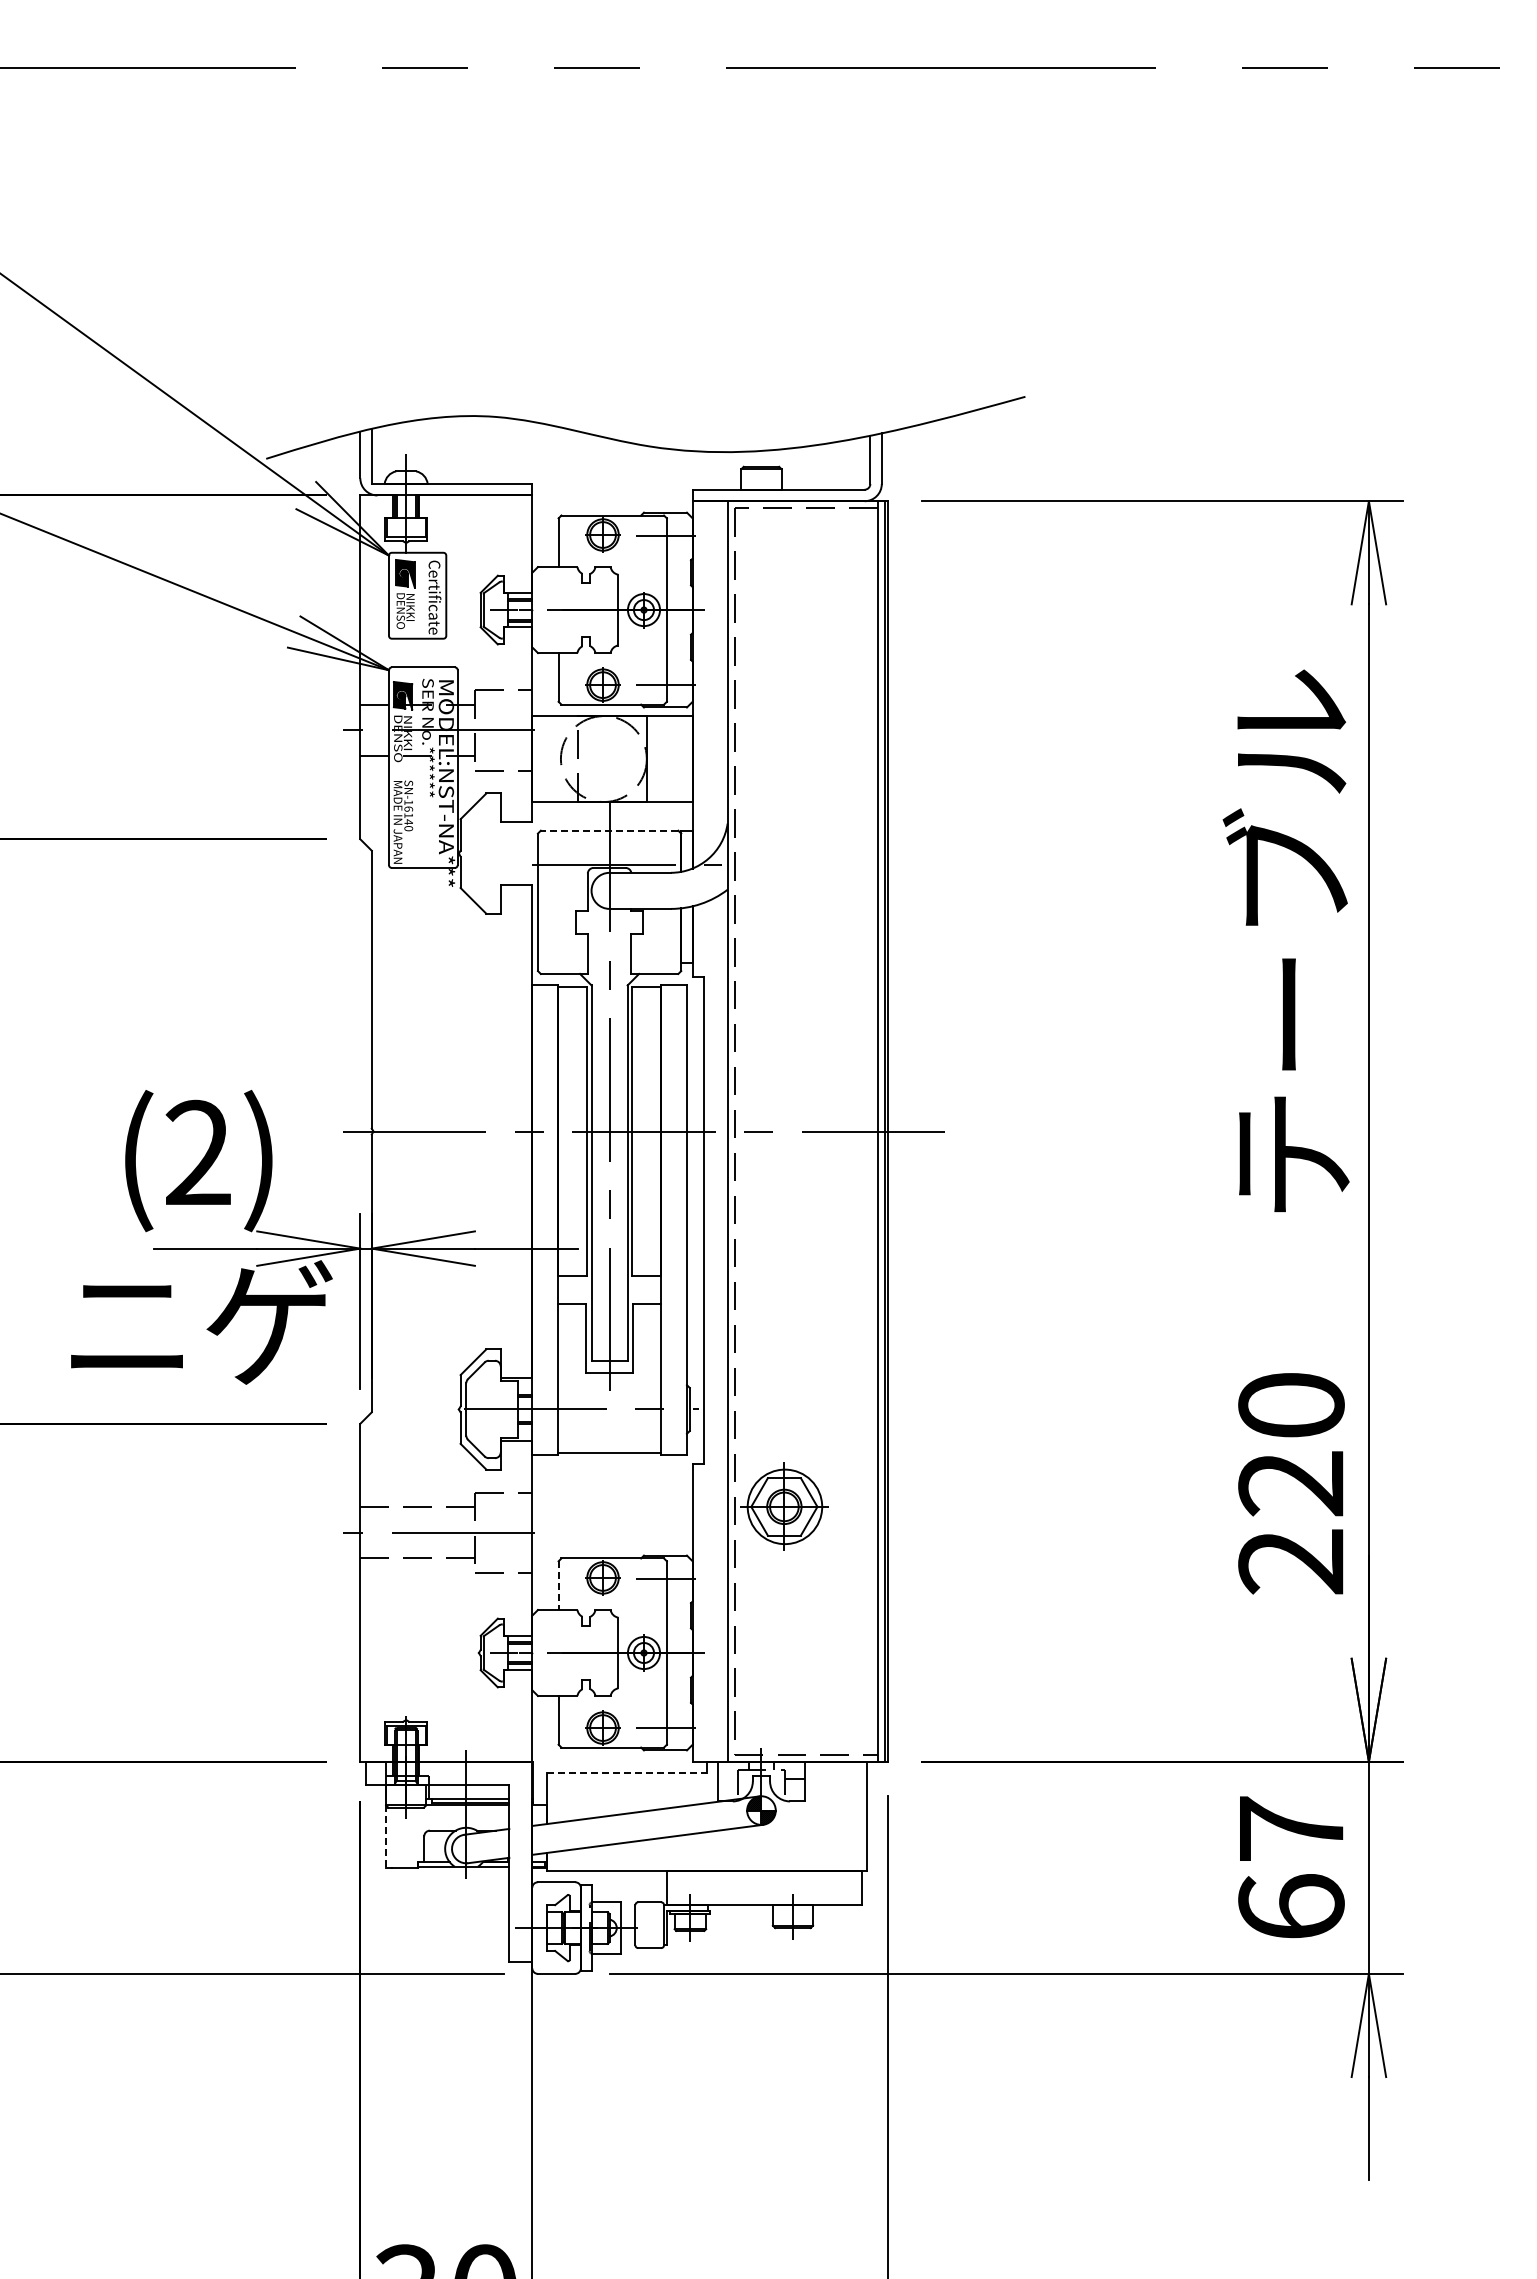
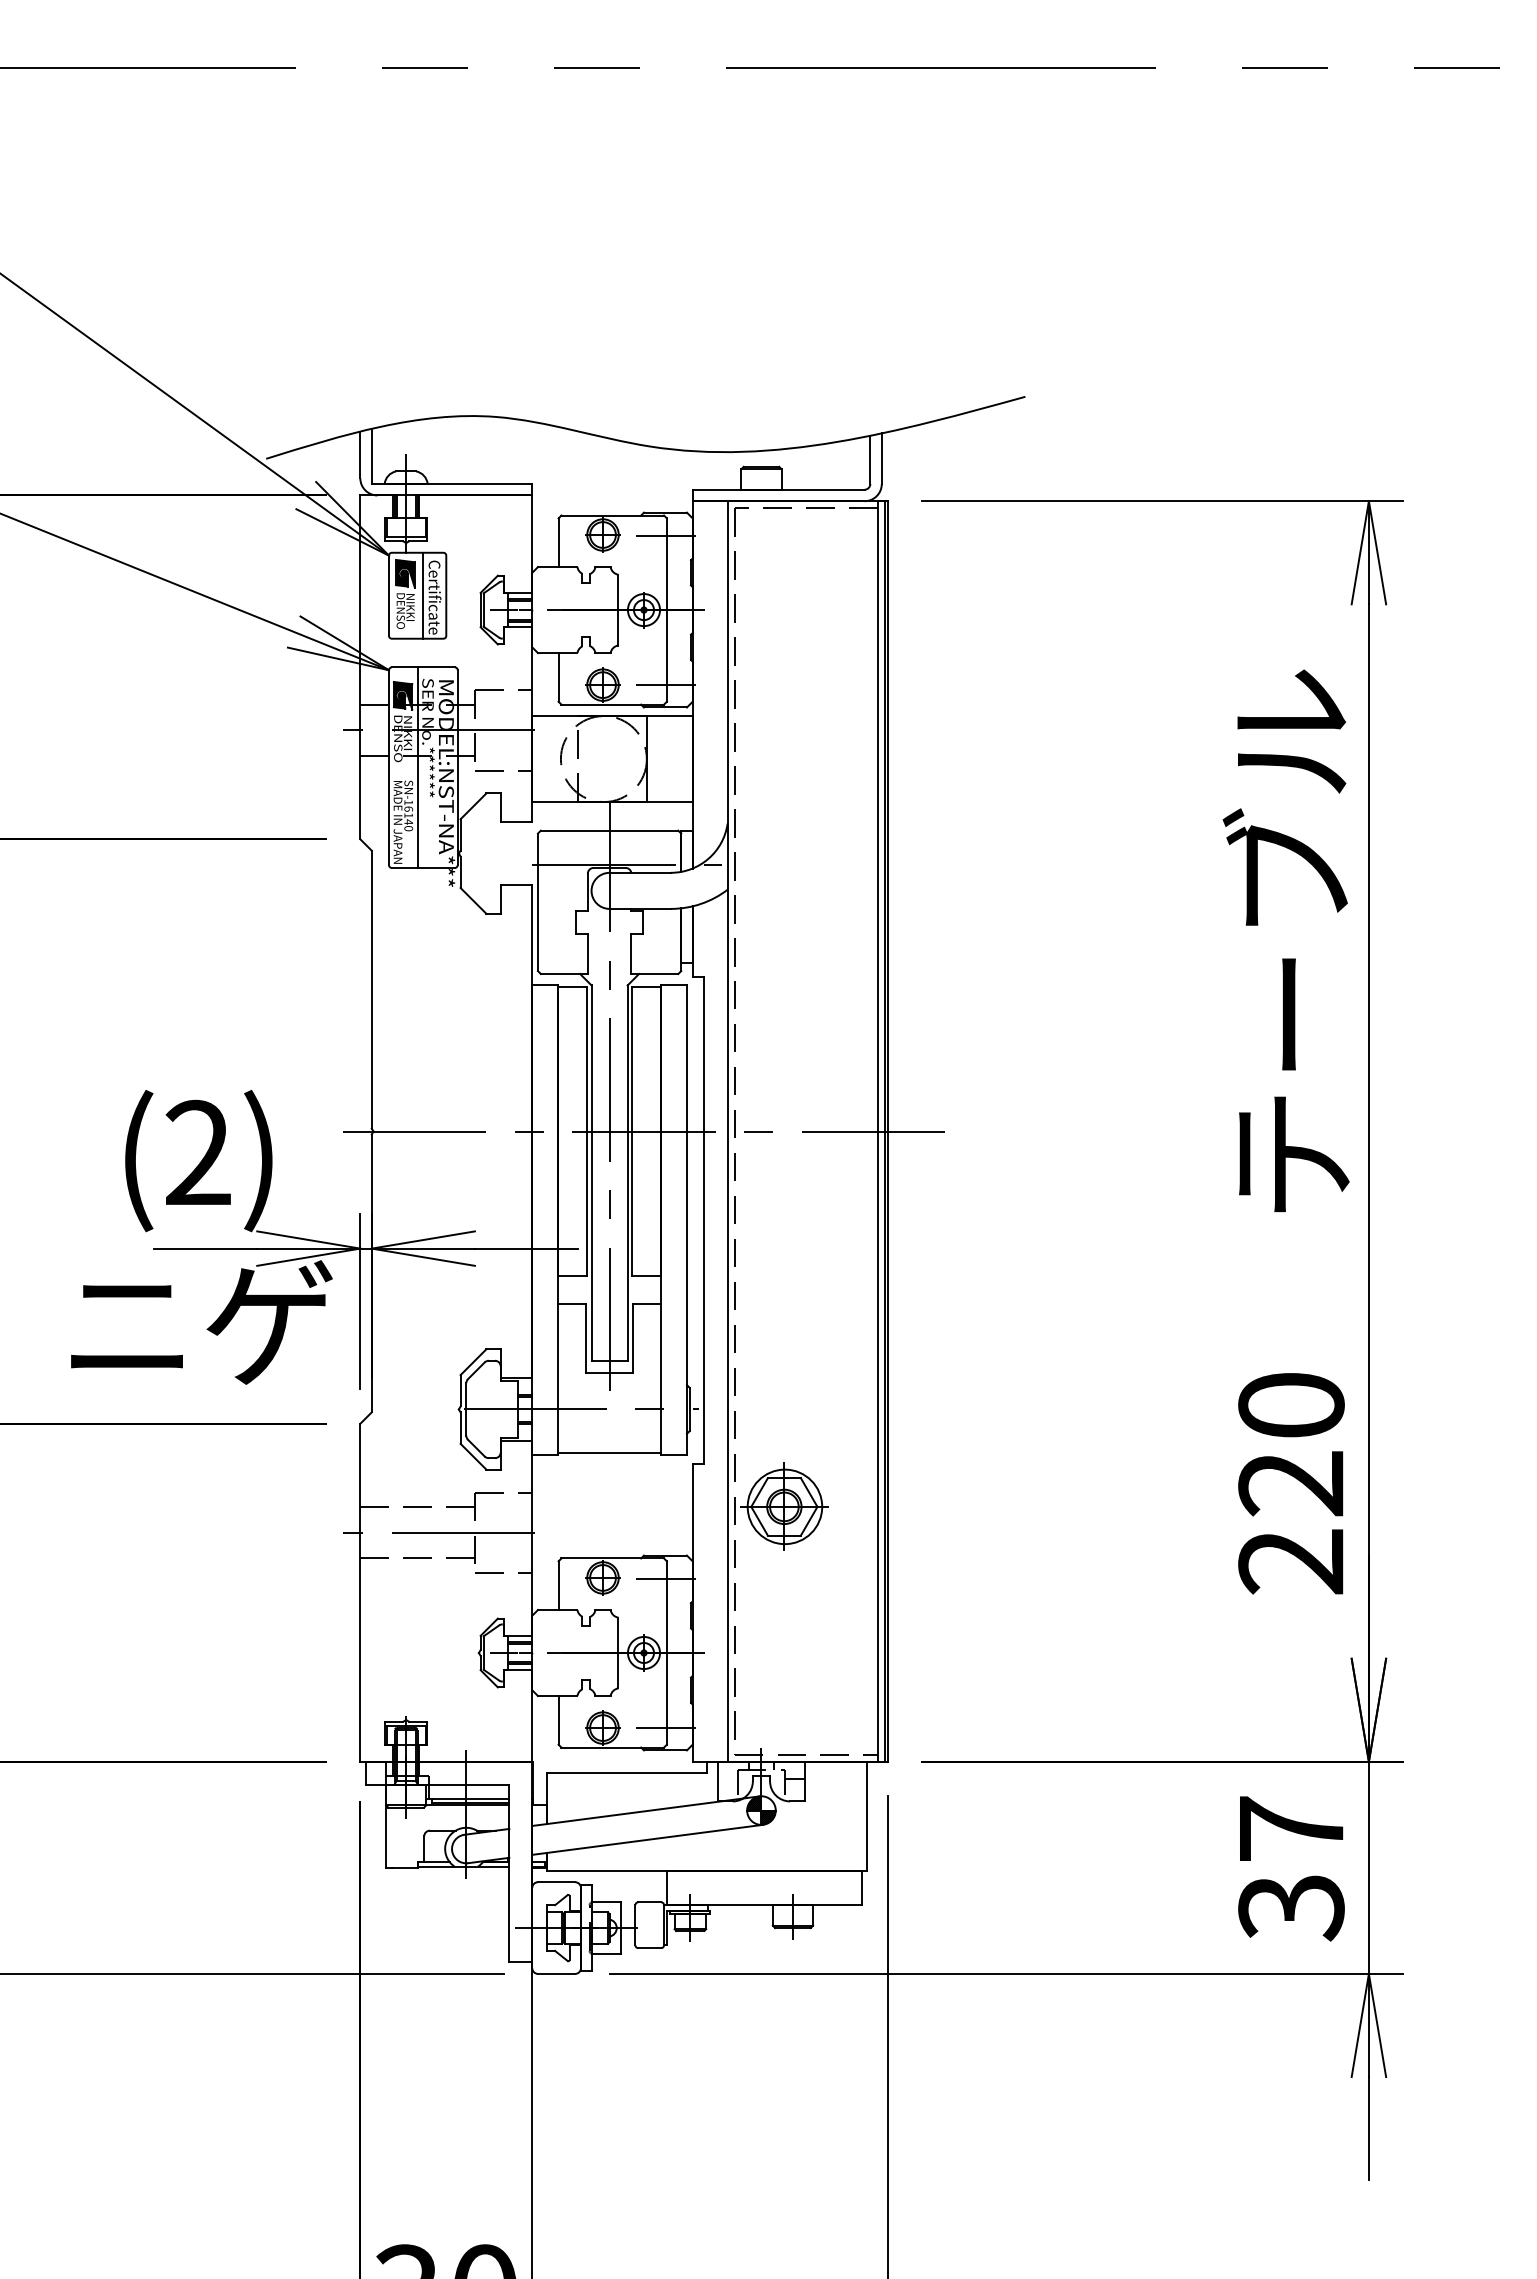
line at (423, 595): none -> present
line at (417, 767): none -> present
line at (609, 830): dashed -> solid
line at (558, 1586): dashed -> solid
line at (627, 1773): dashed -> solid
line at (386, 1836): dashed -> solid
text at (1291, 1907): 67 -> 37
